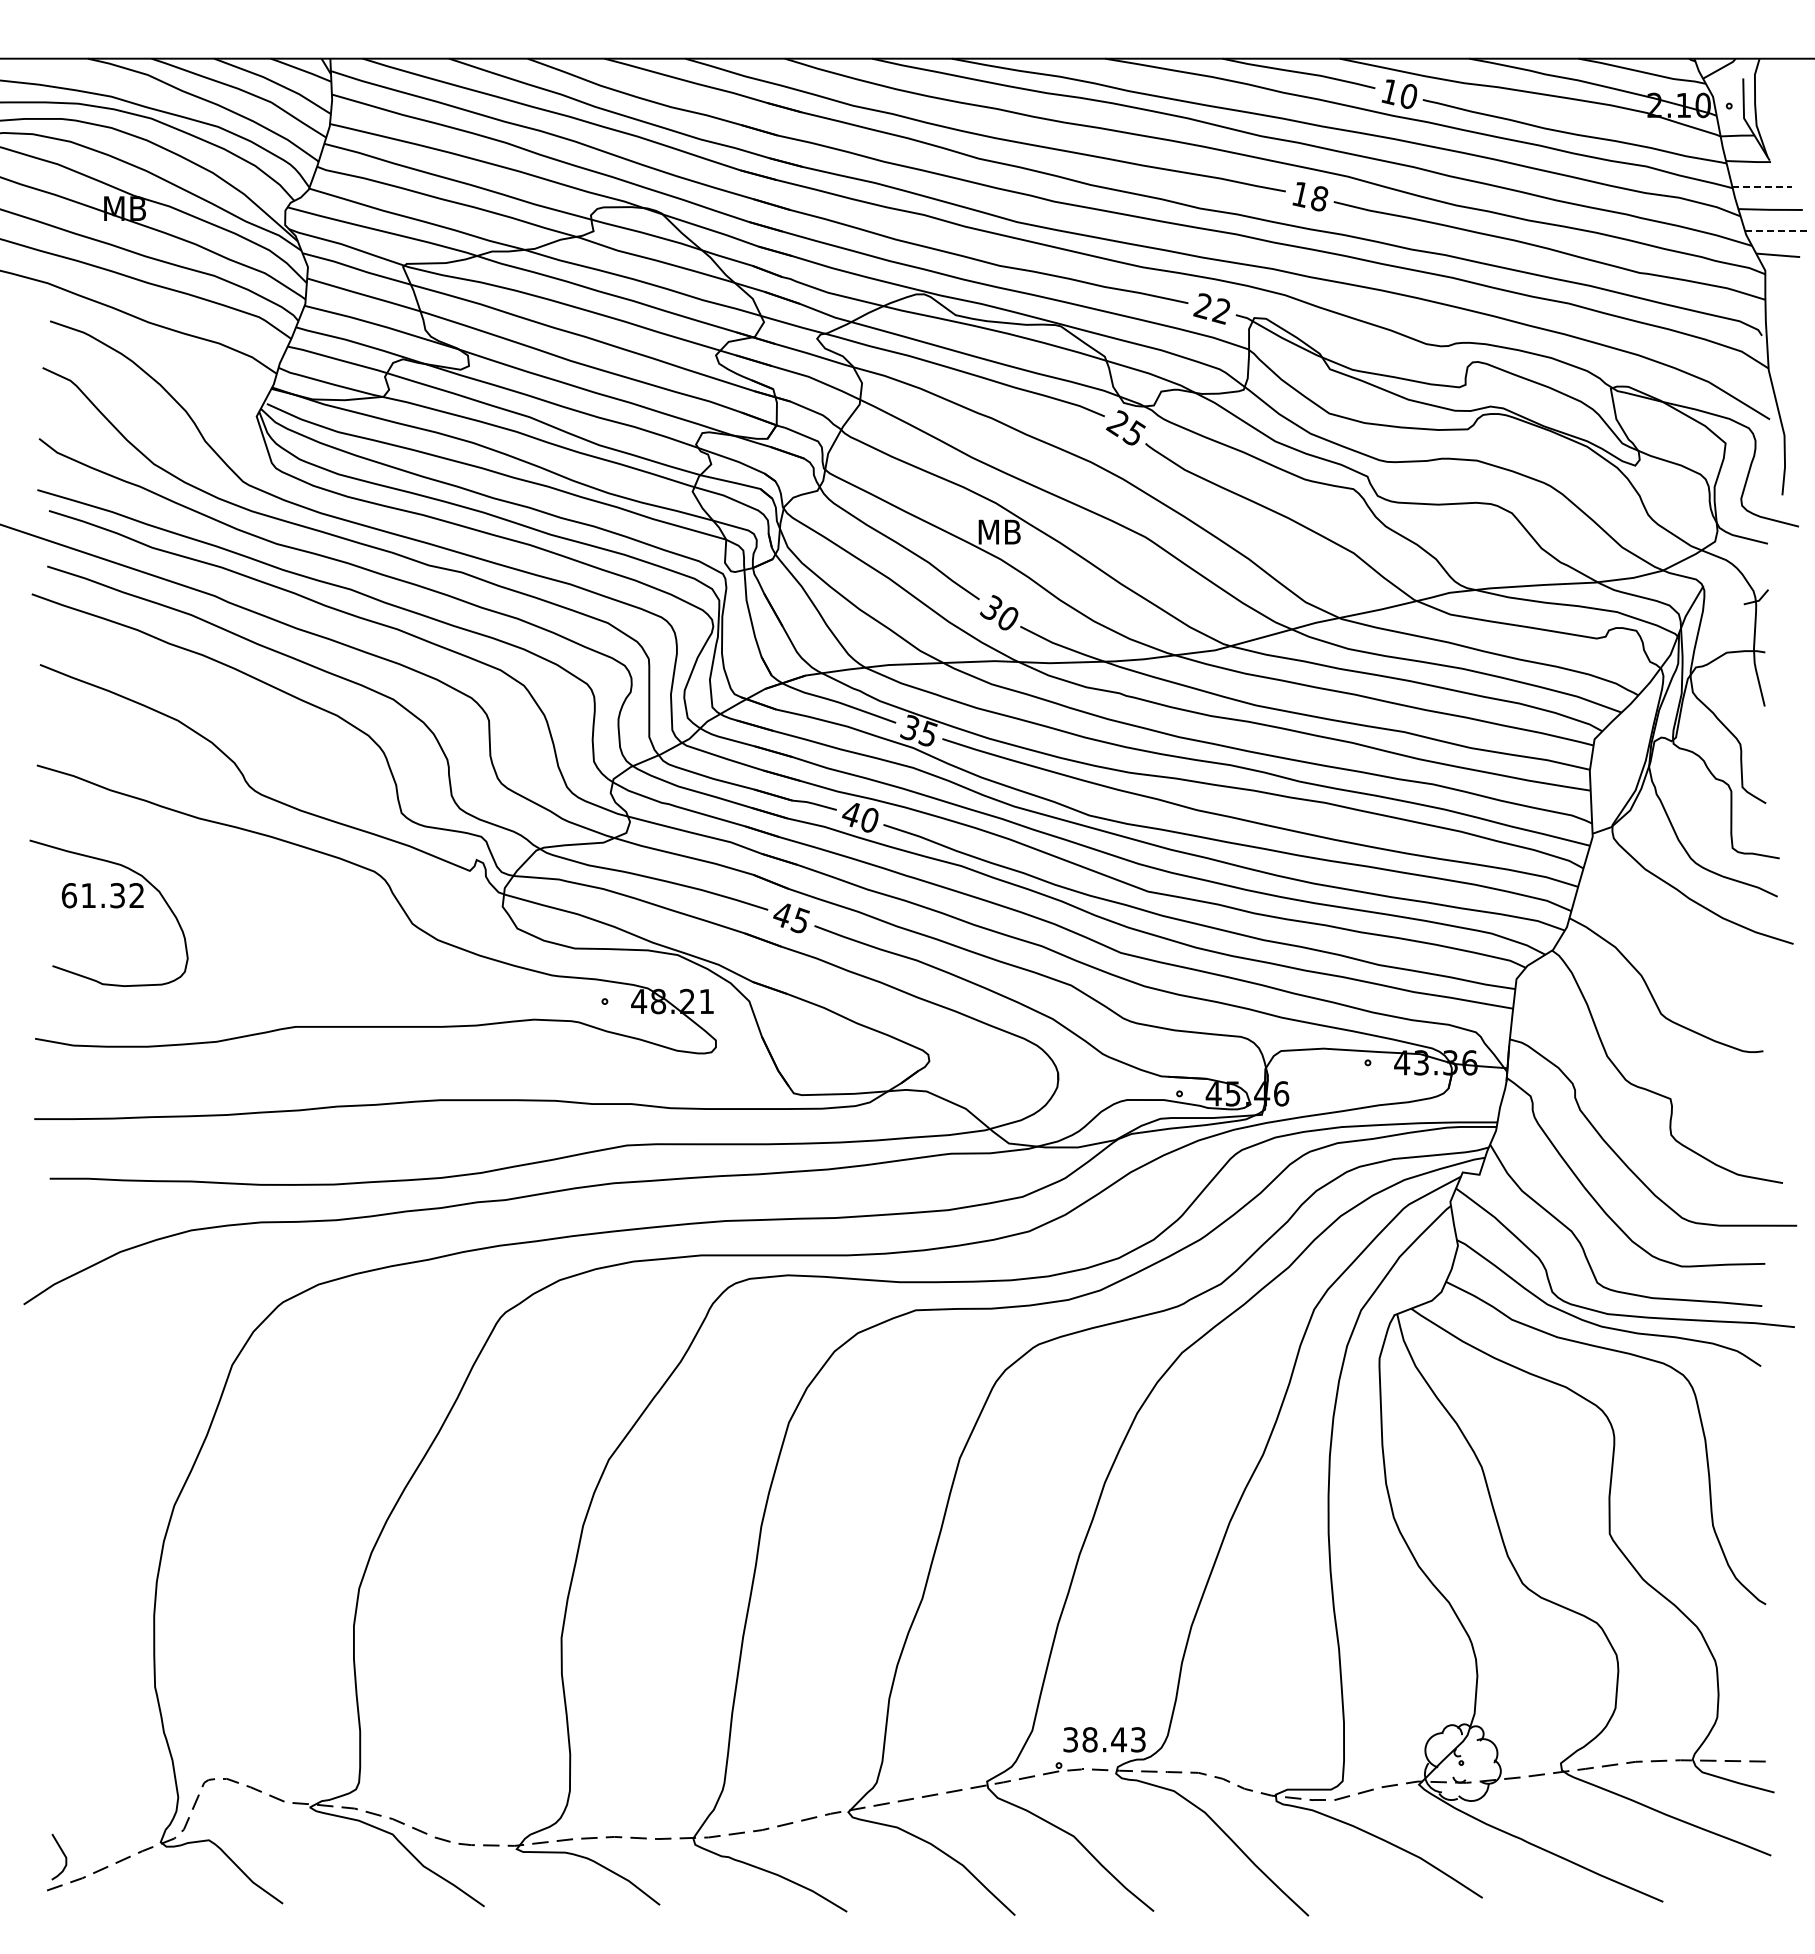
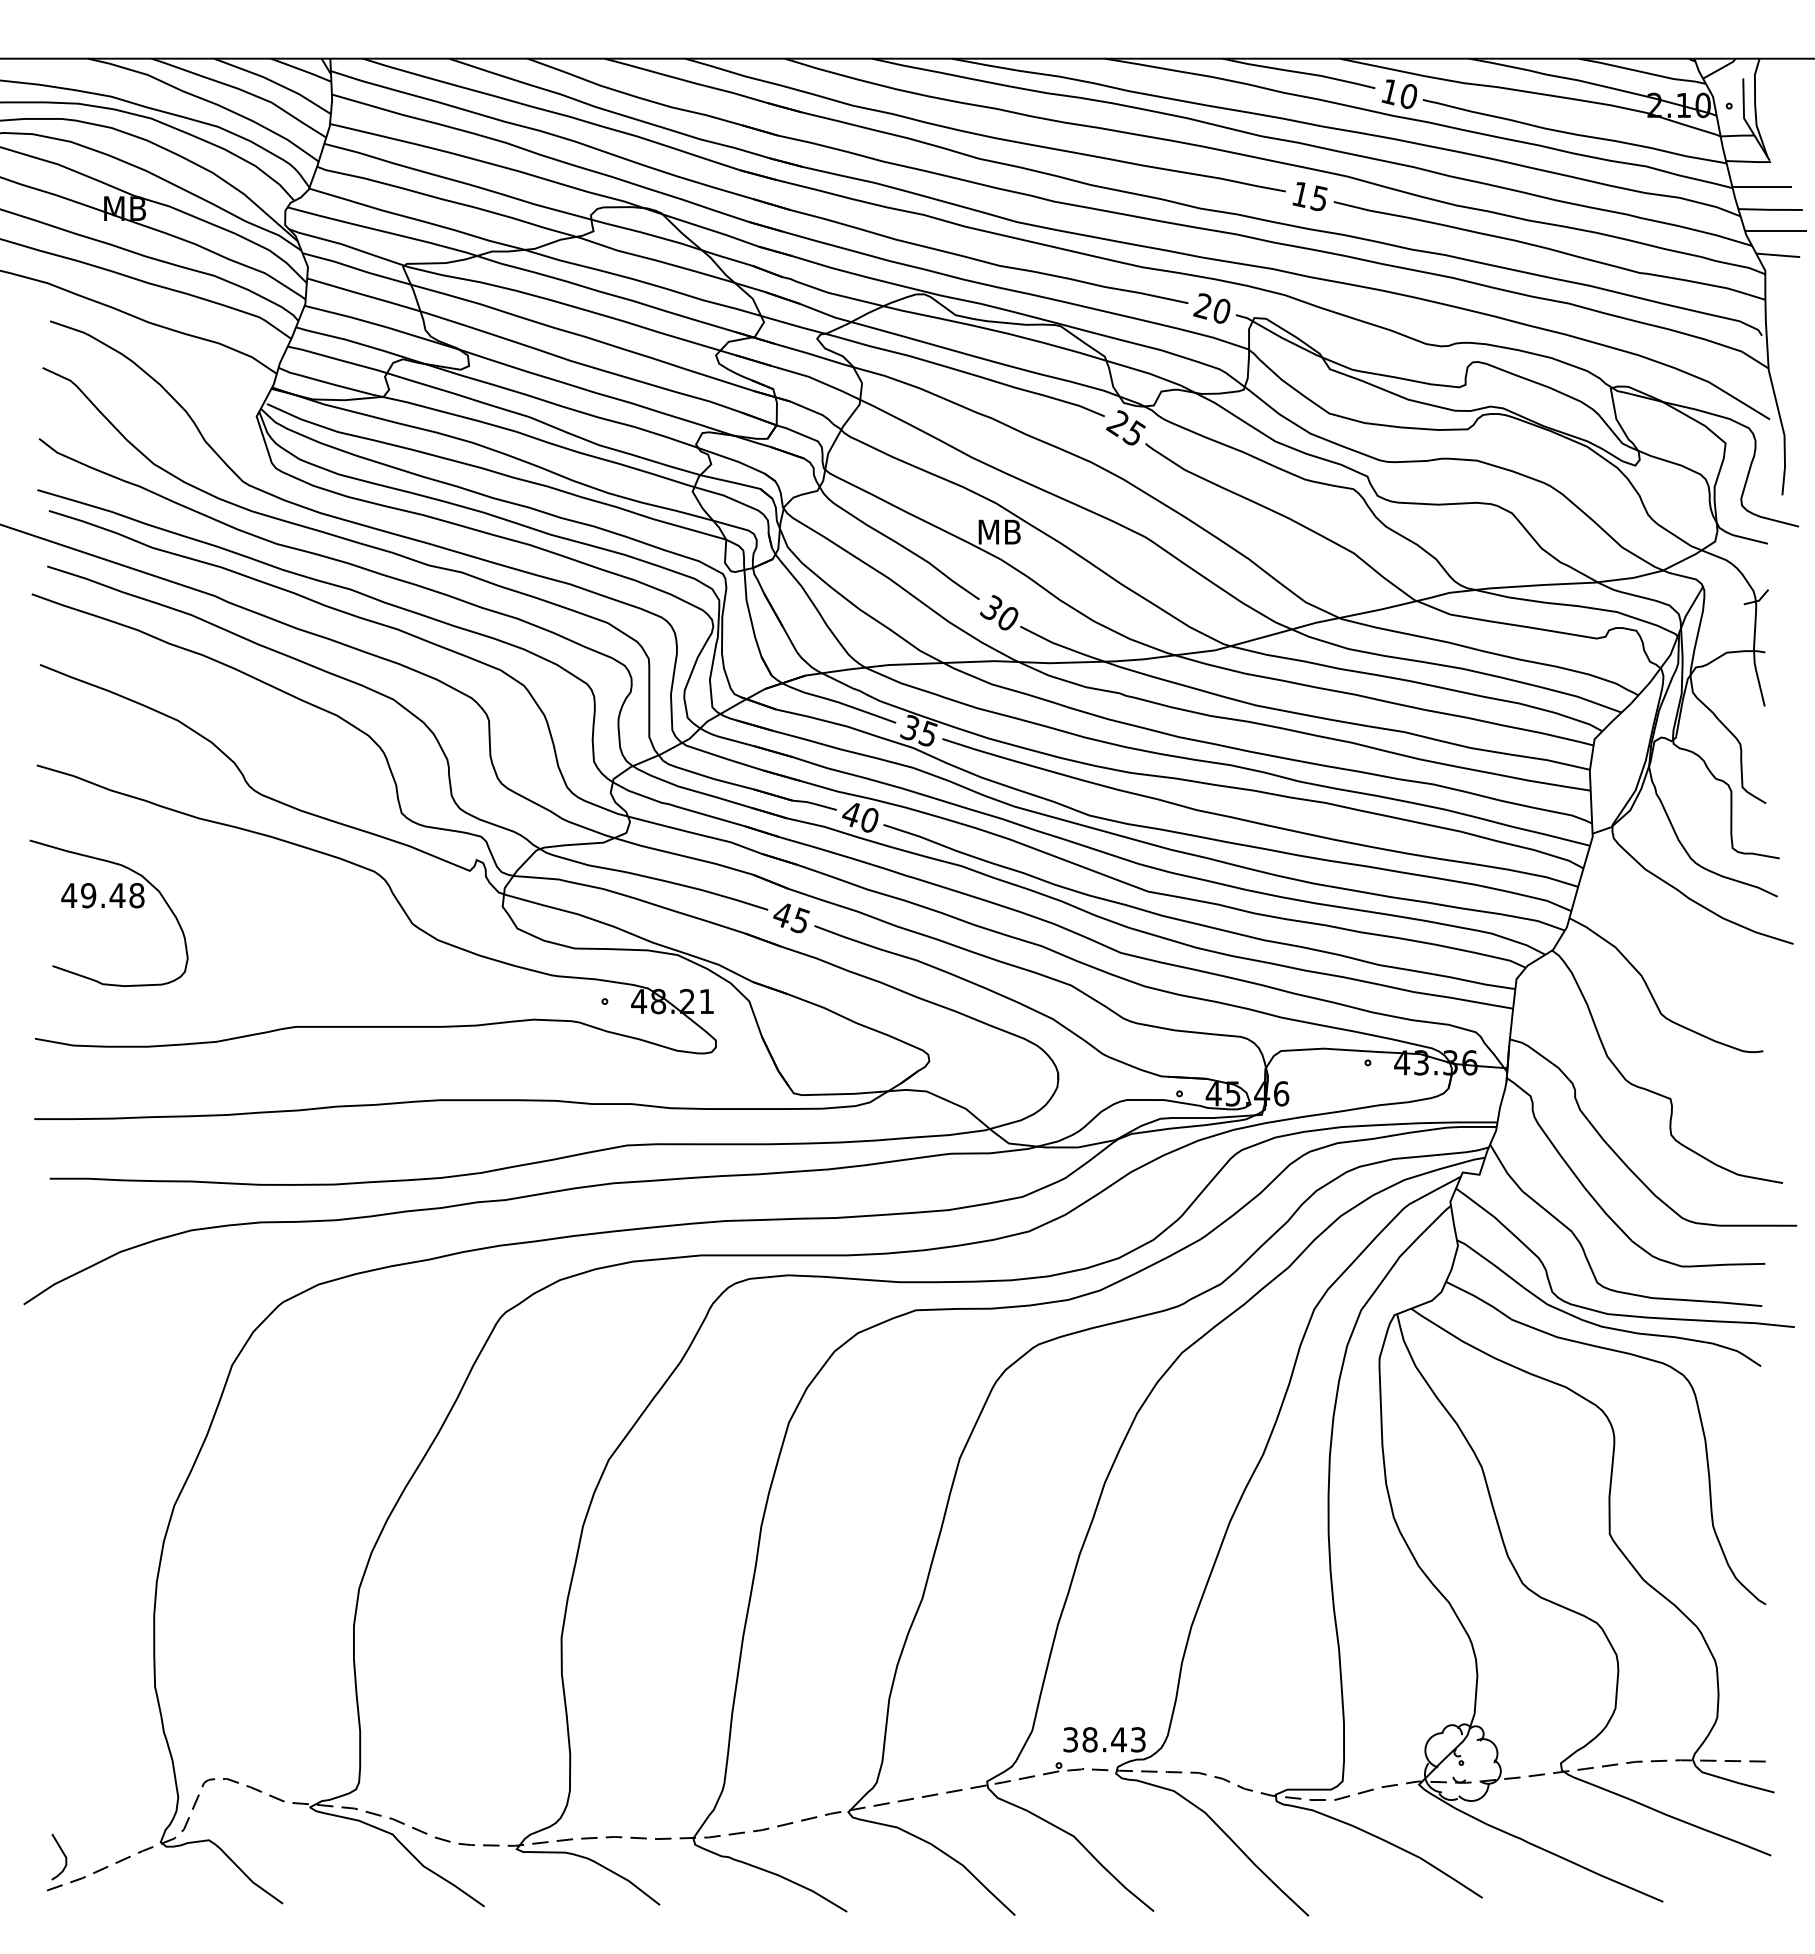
line at (1762, 186): dashed -> solid
text at (1319, 198): 18 -> 15
line at (1776, 230): dashed -> solid
text at (1220, 311): 22 -> 20
text at (102, 895): 61.32 -> 49.48
